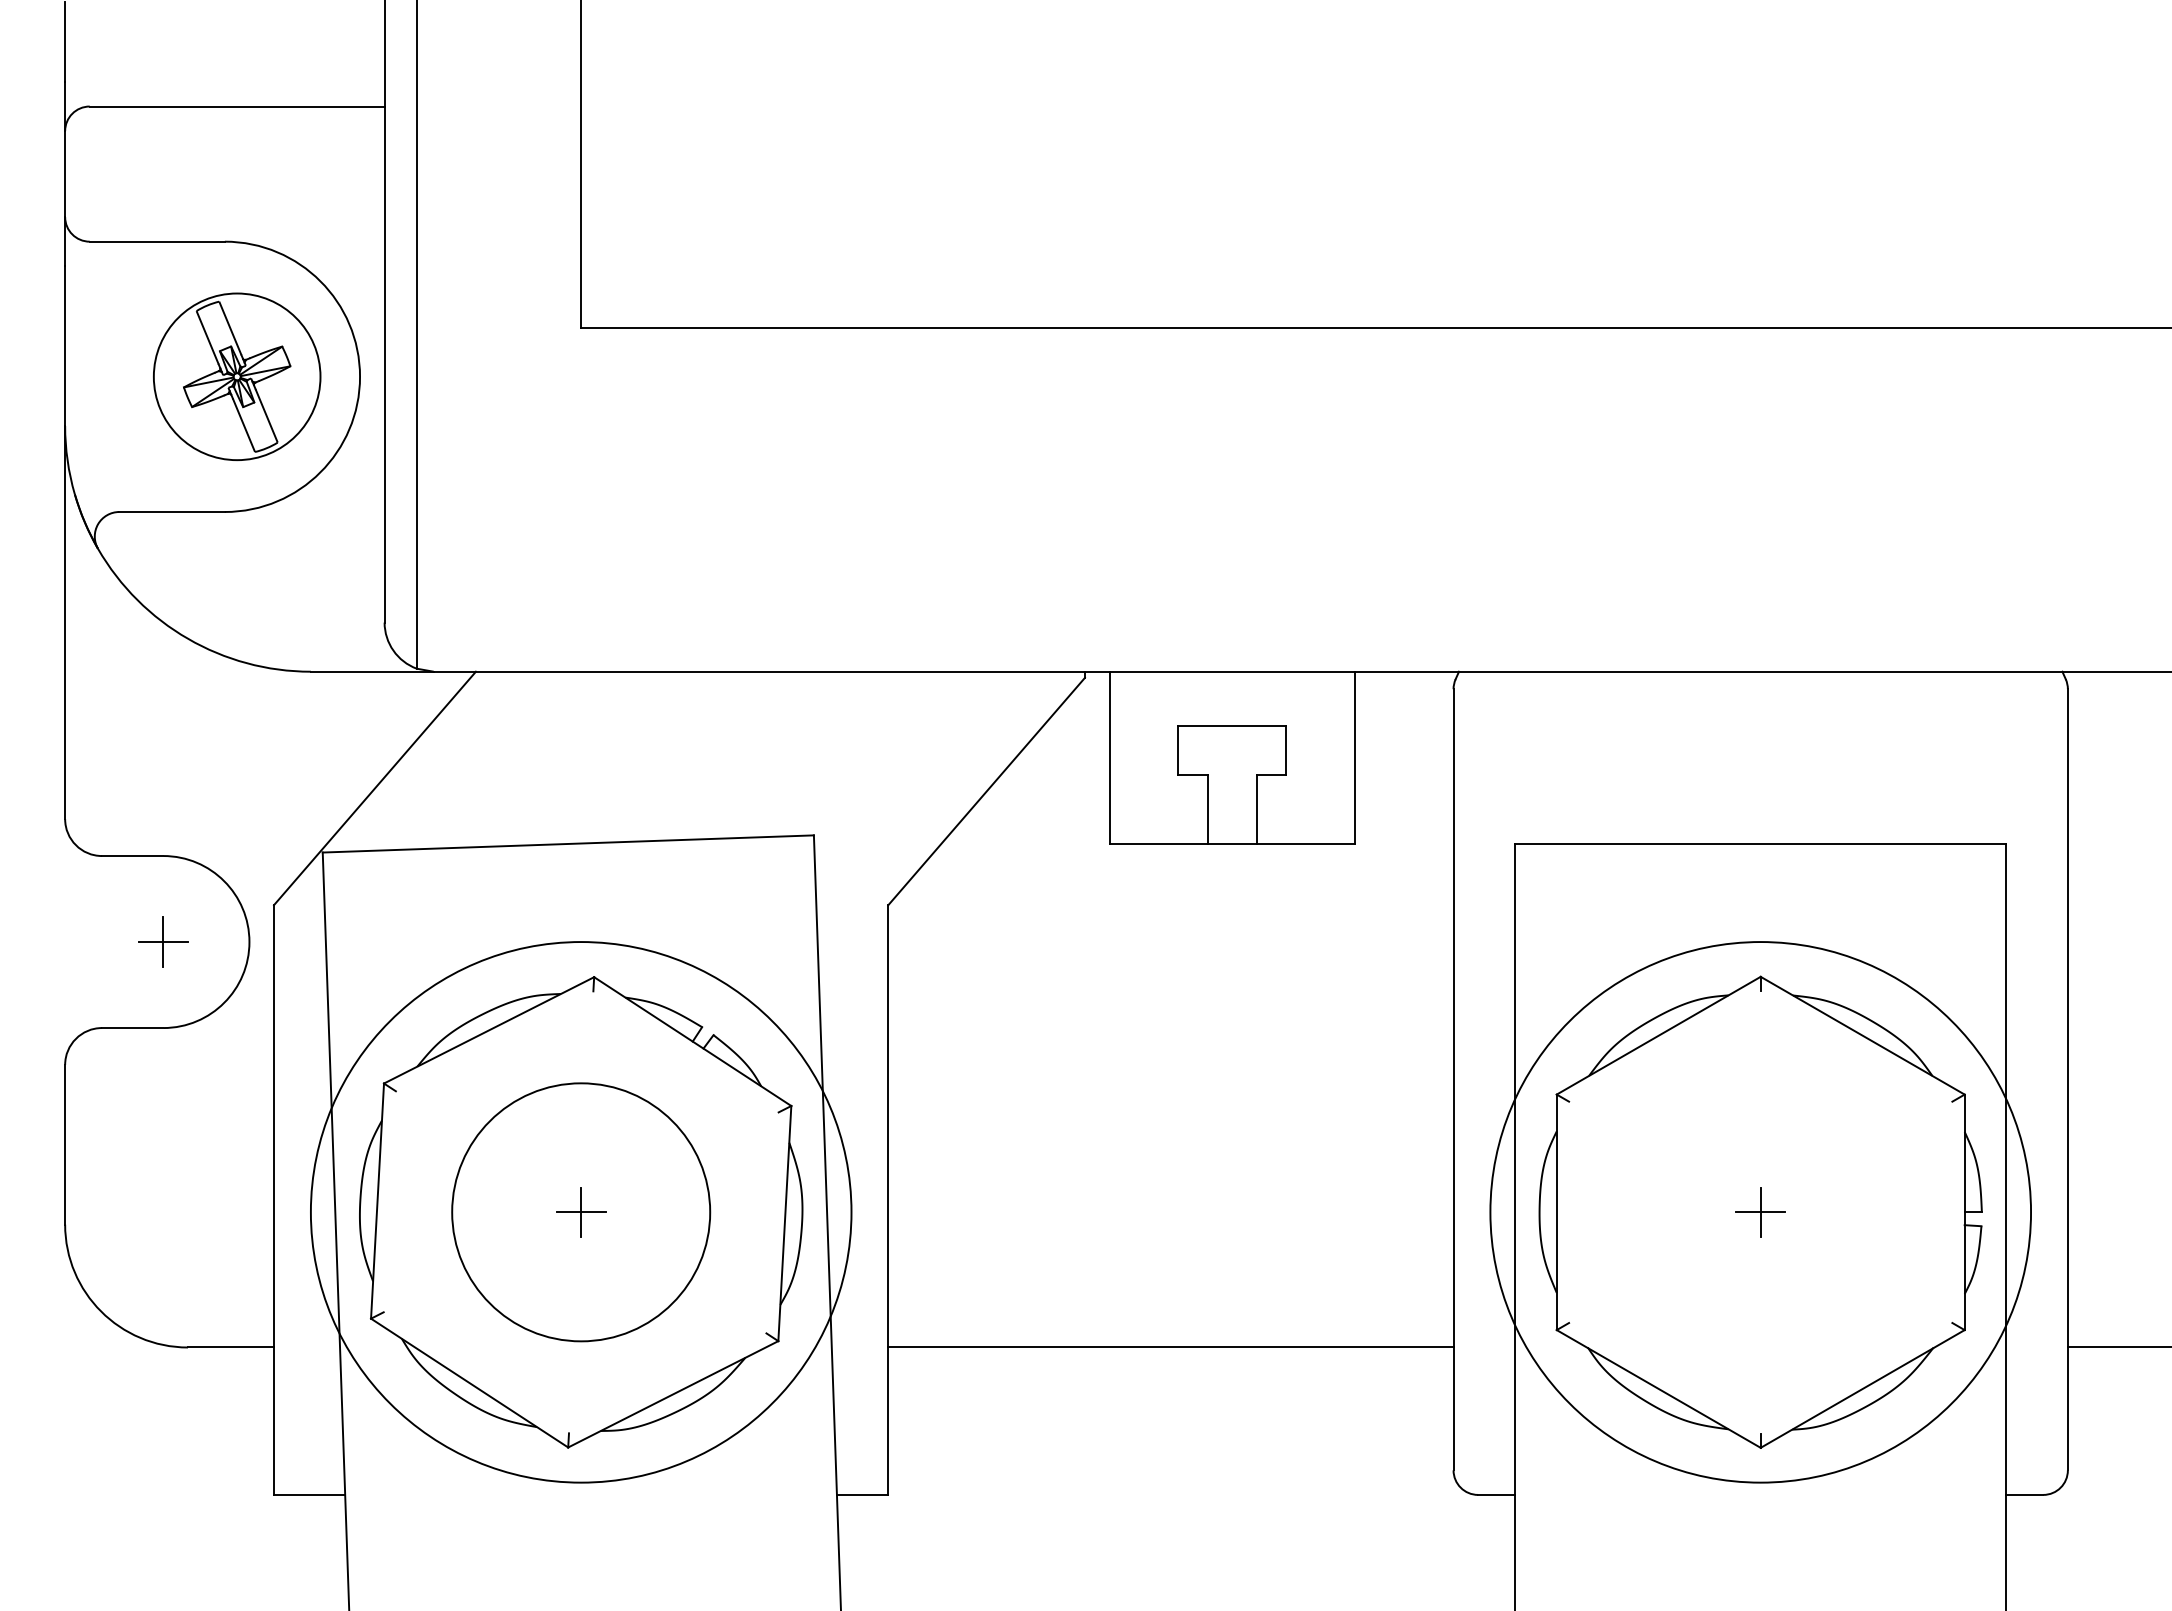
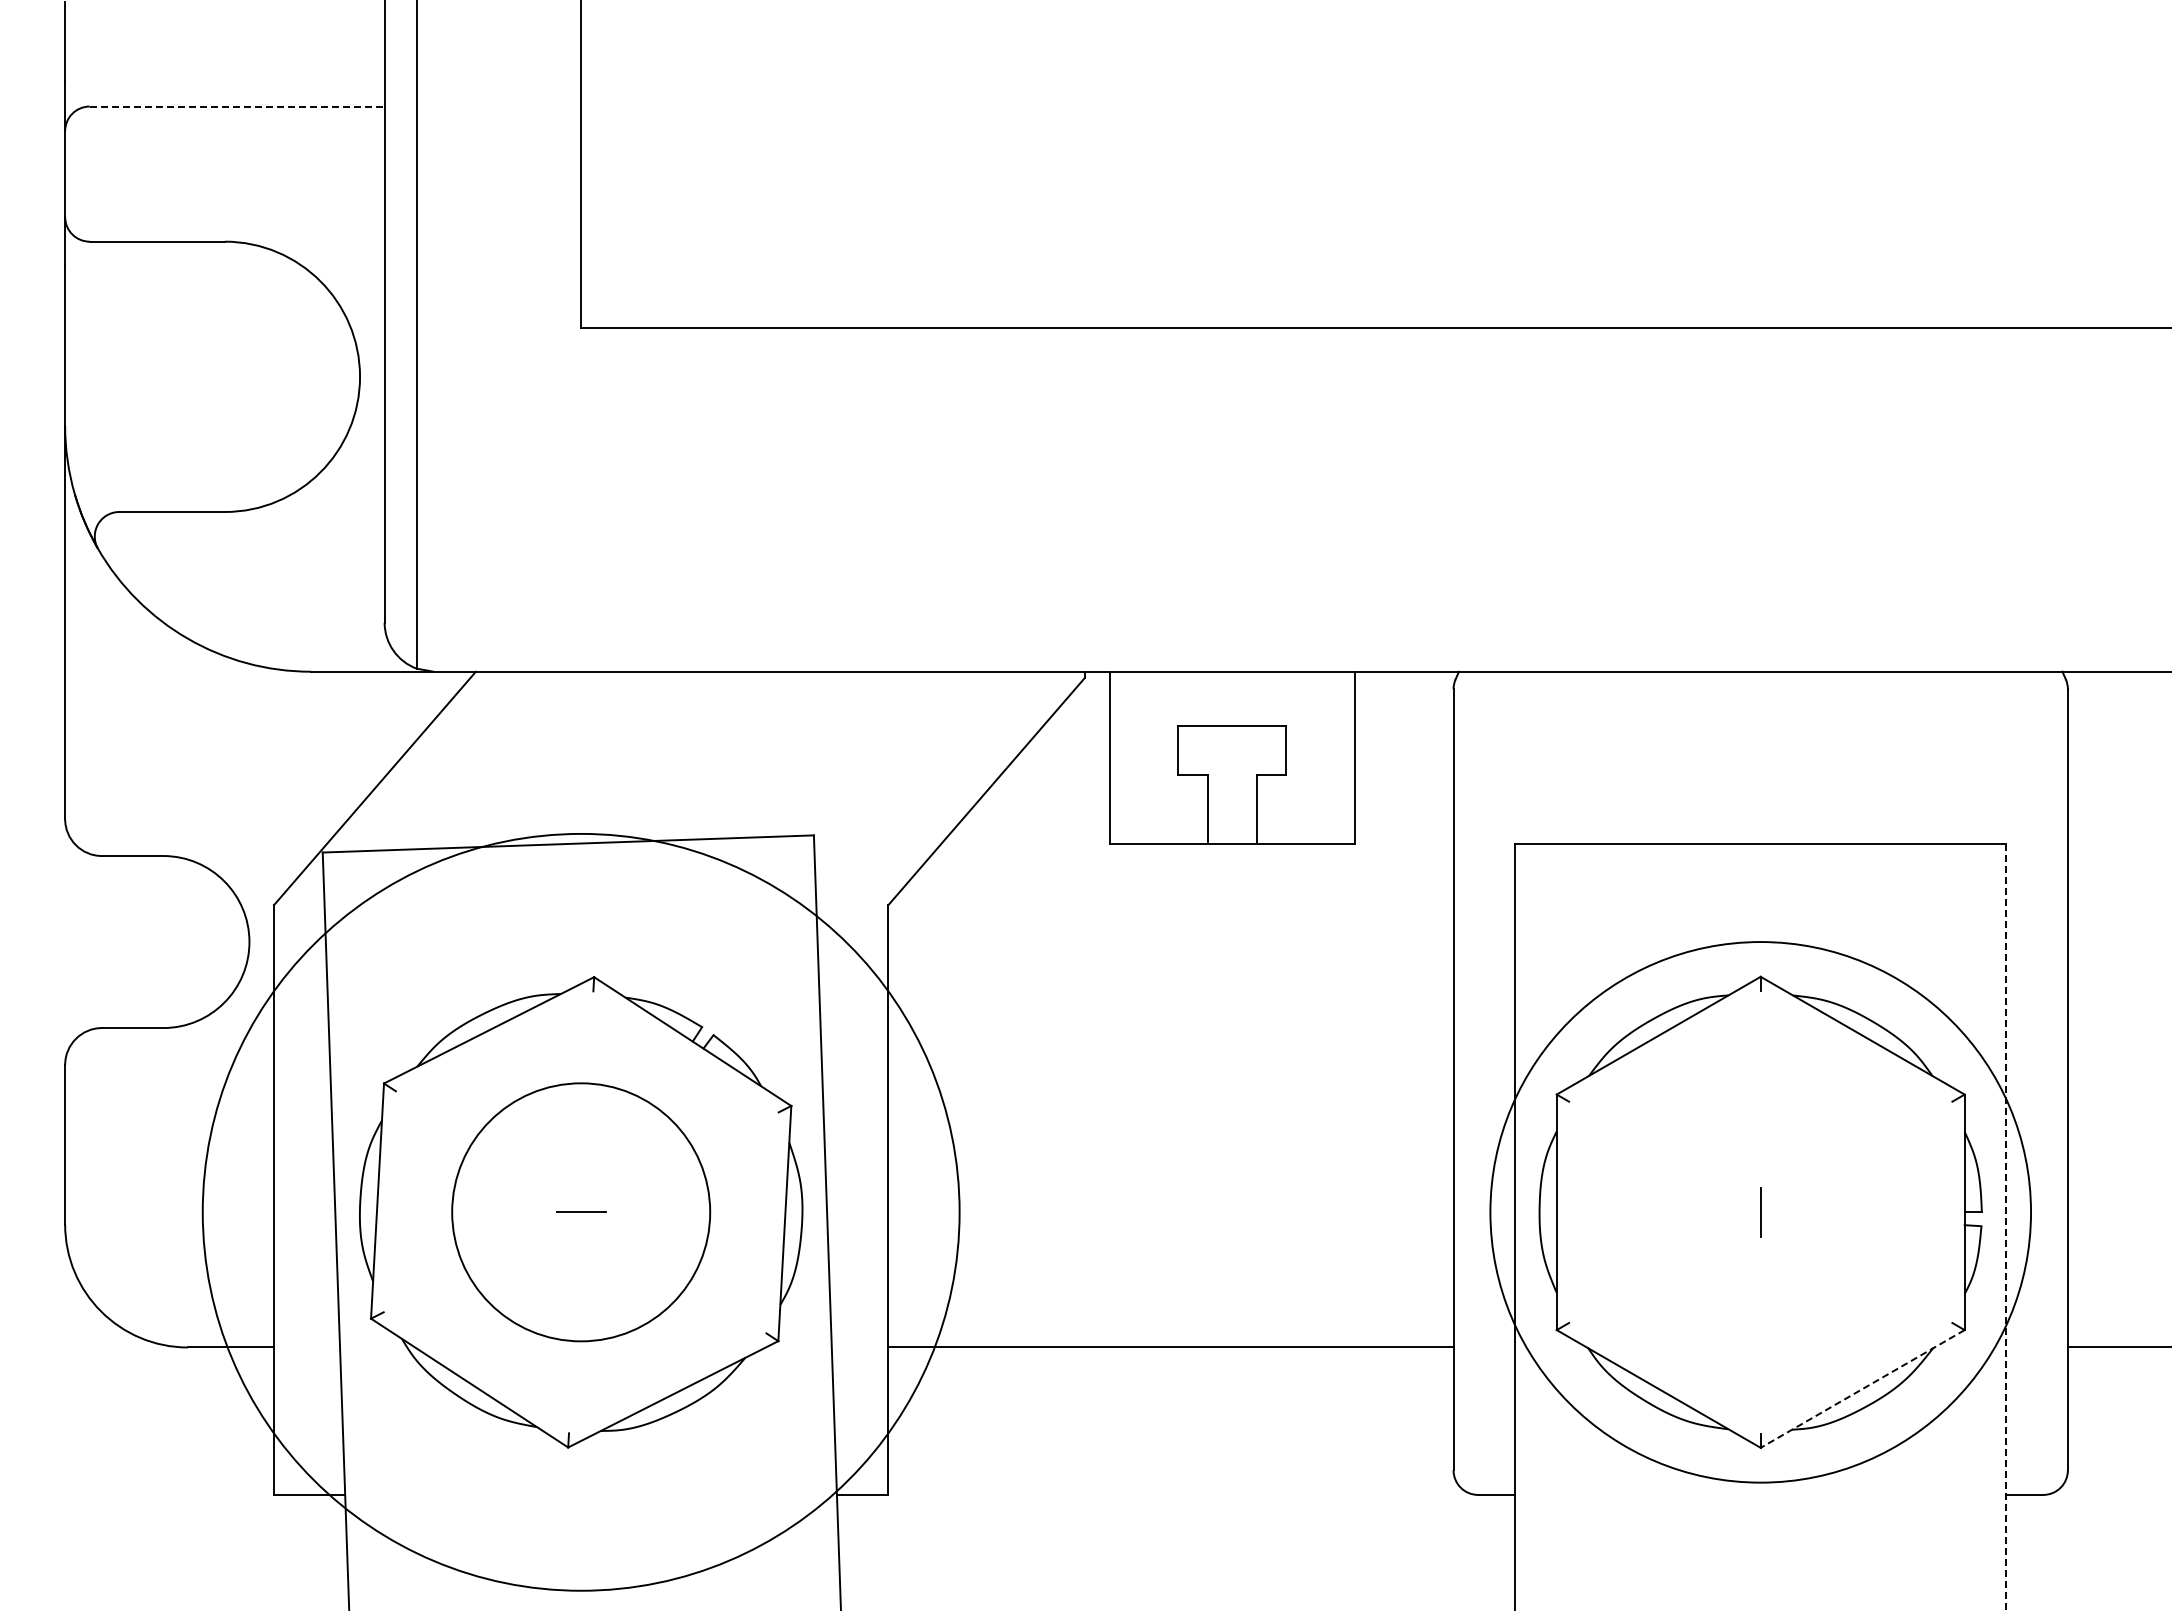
line at (237, 106): solid -> dashed
part at (237, 376): present -> none
part at (163, 941): present -> none
line at (581, 1211): present -> none
circle at (580, 1212) diameter: 541 px -> 757 px
line at (1760, 1212): present -> none
line at (2006, 1227): solid -> dashed
line at (1862, 1388): solid -> dashed
